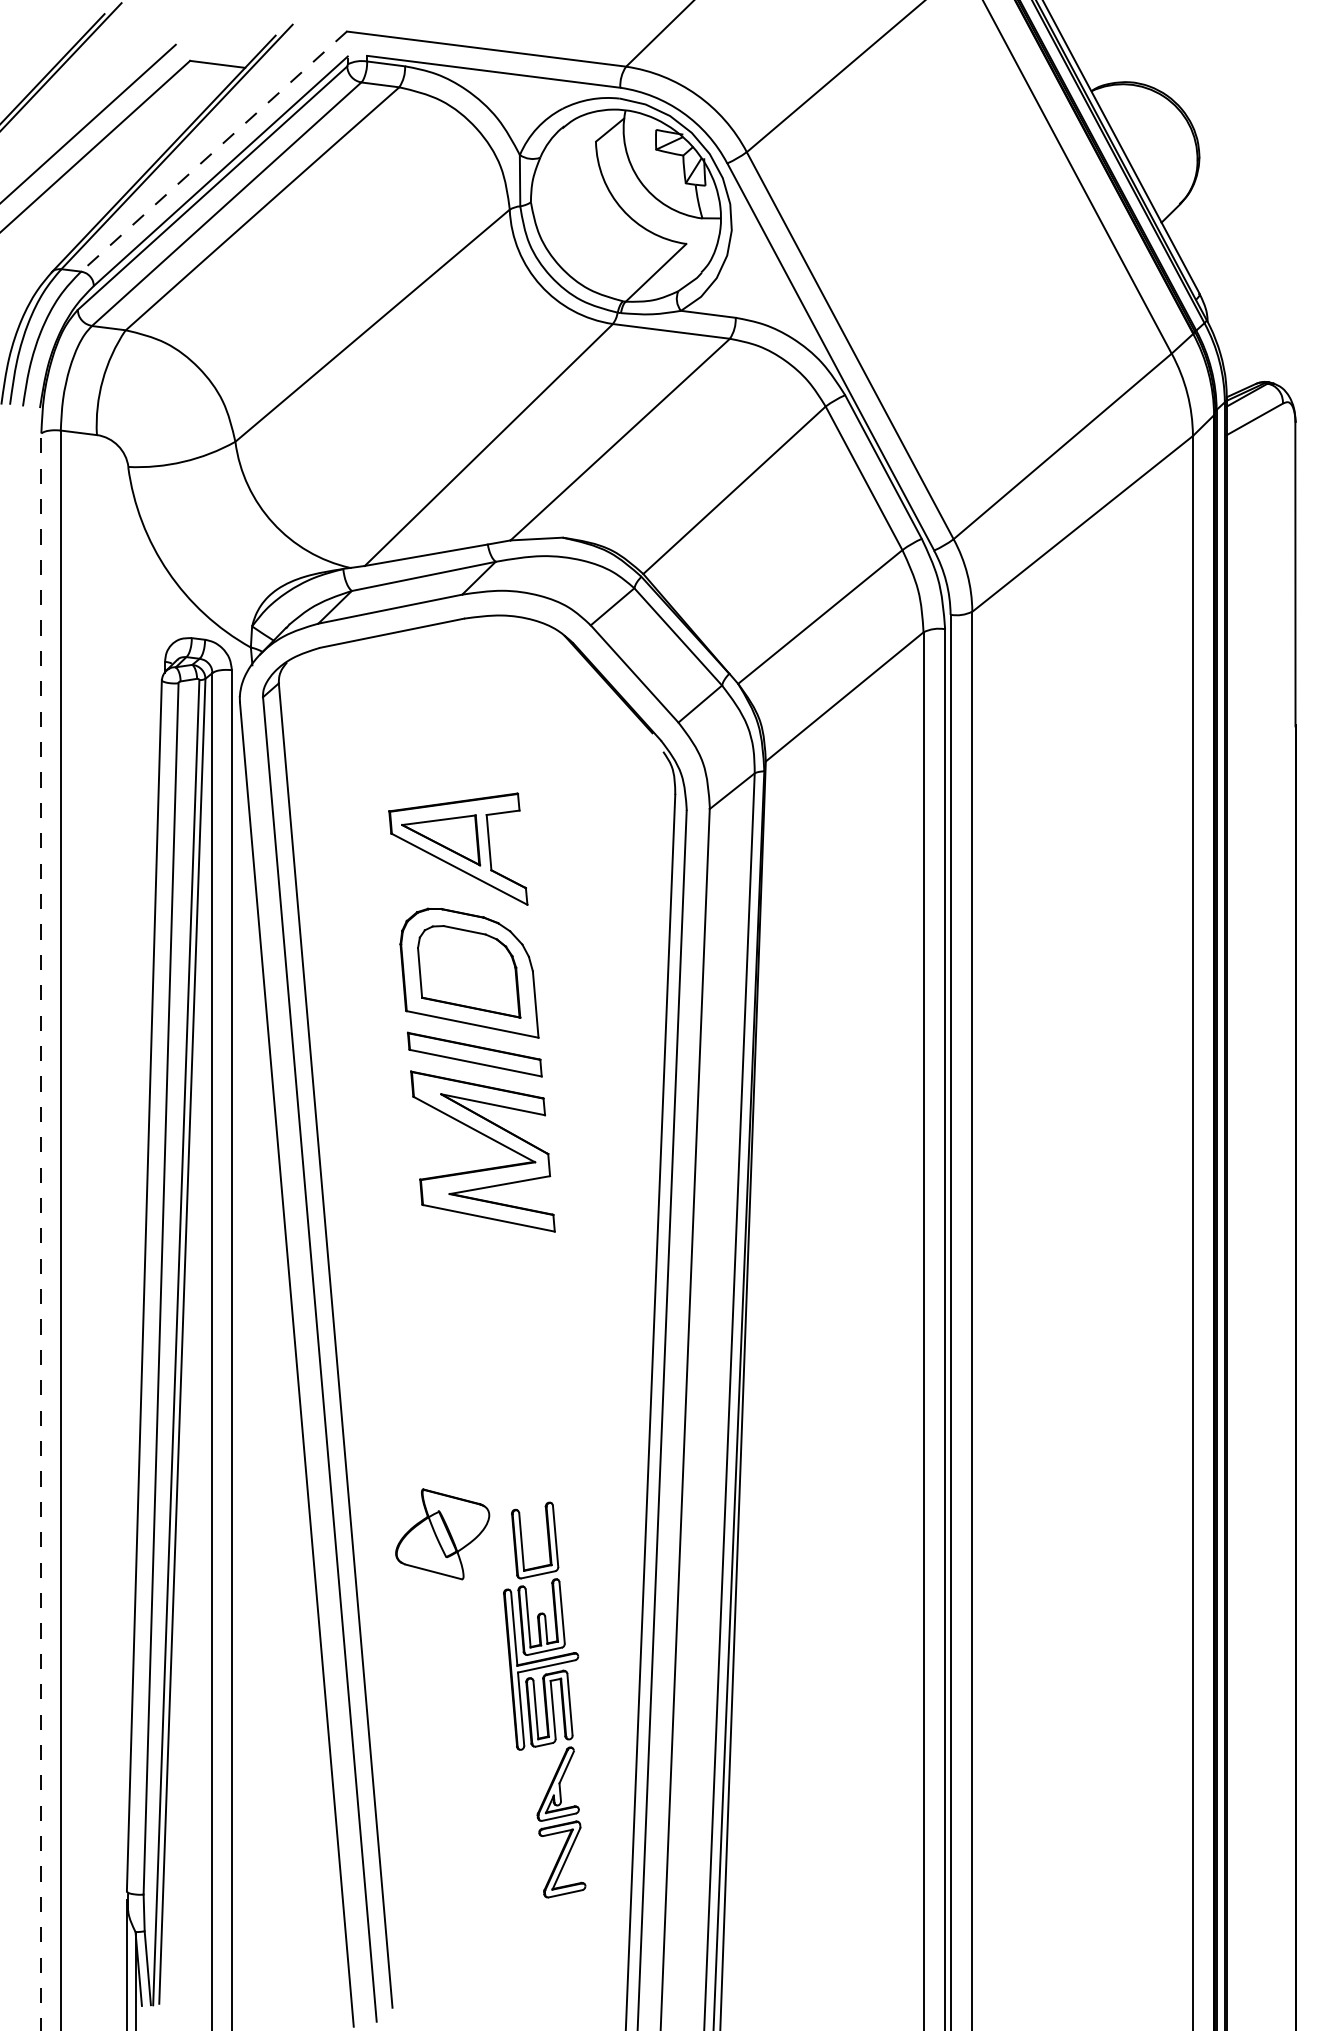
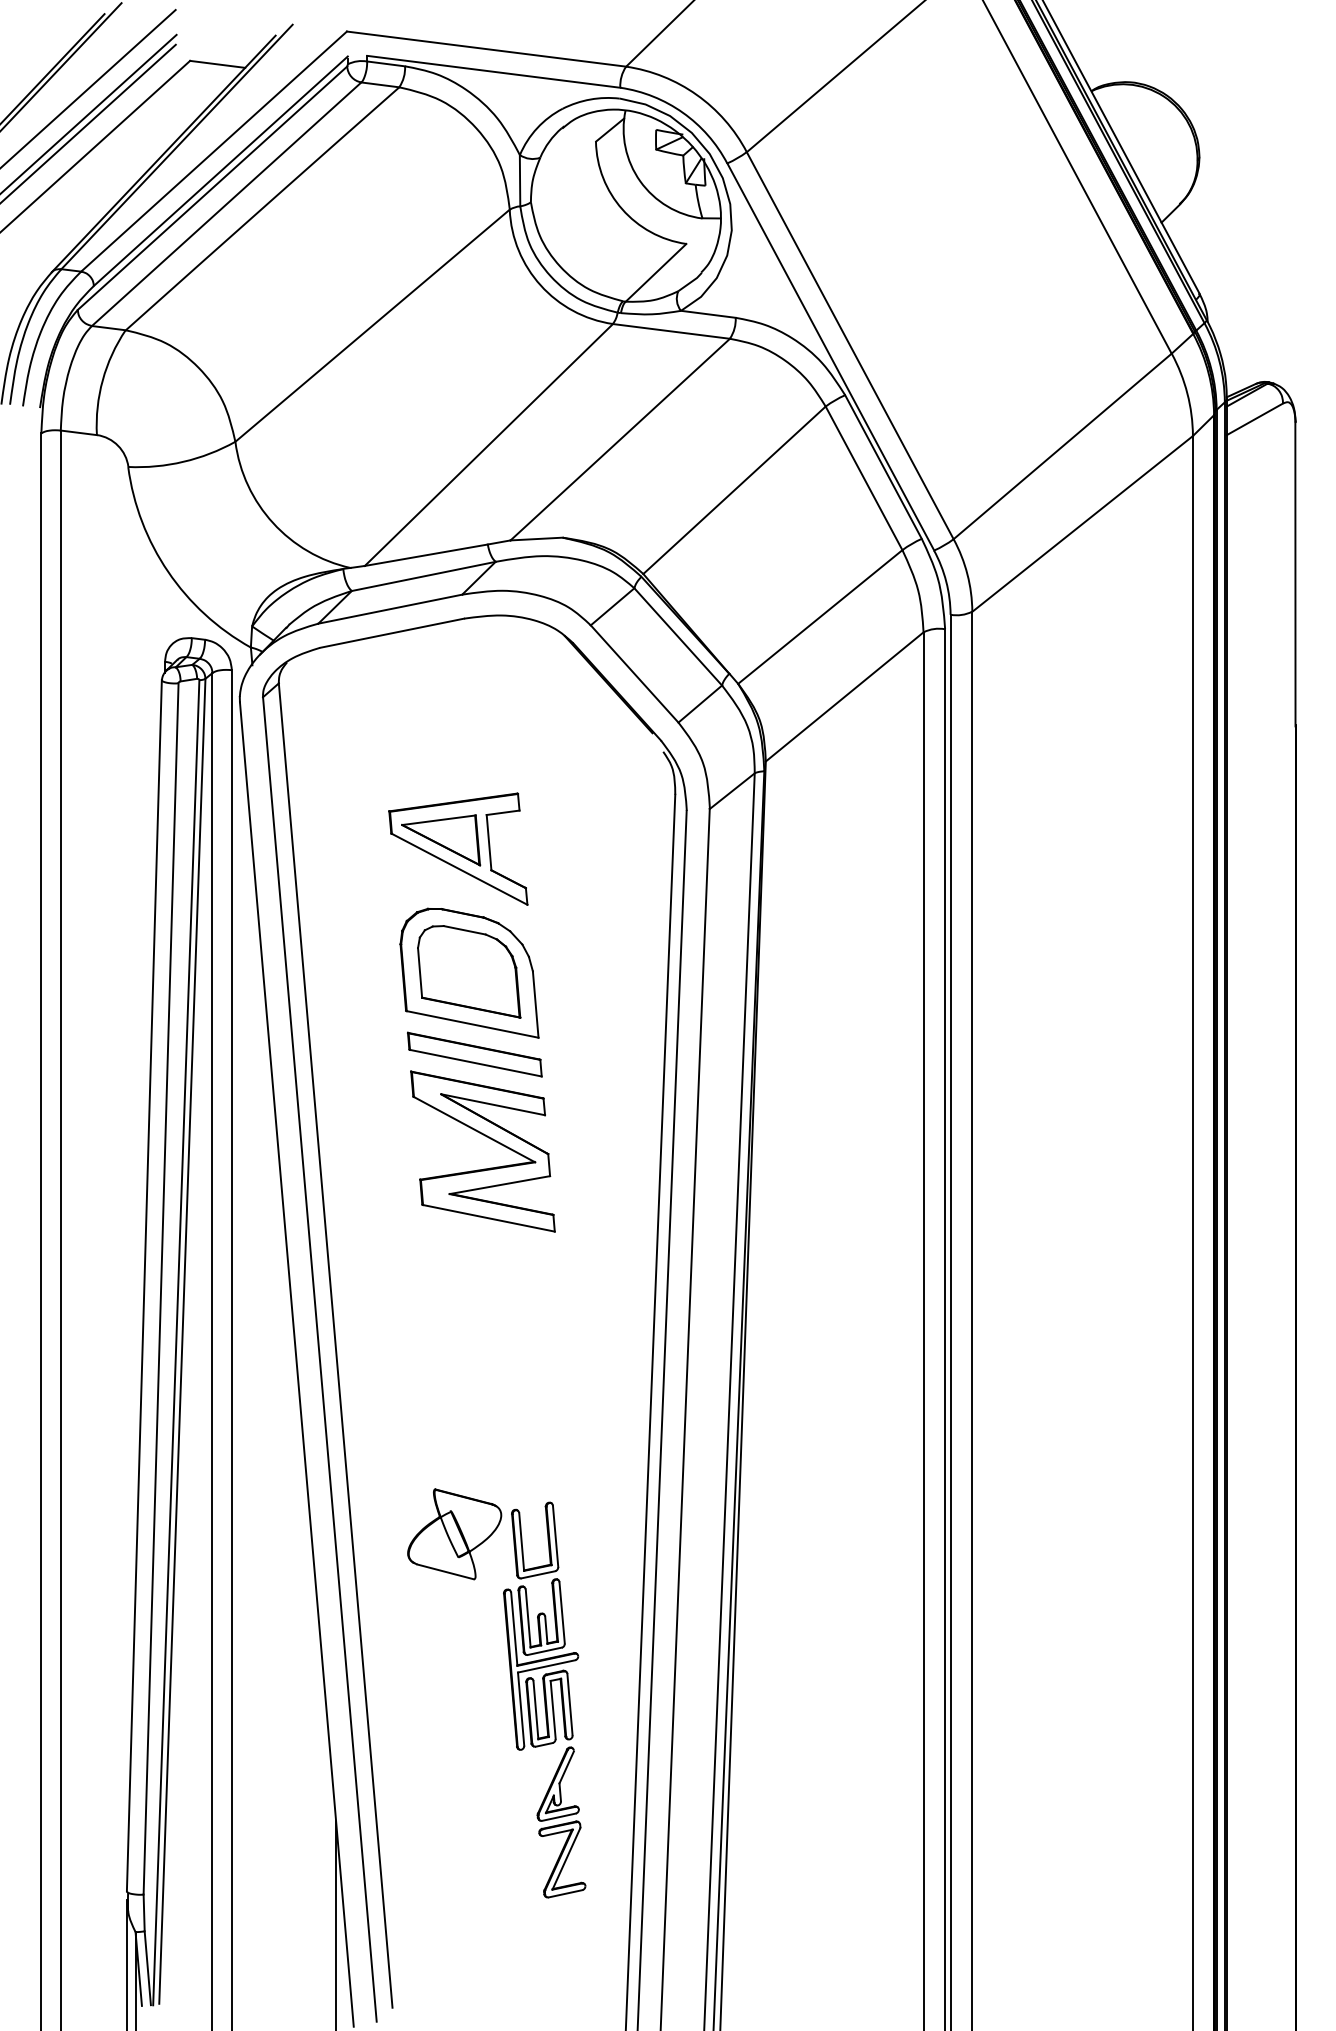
line at (88, 87): none -> present
line at (89, 113): none -> present
line at (213, 151): dashed -> solid
line at (41, 1232): dashed -> solid
part at (442, 1534) position: (442, 1534) -> (454, 1534)
line at (336, 1924): none -> present
